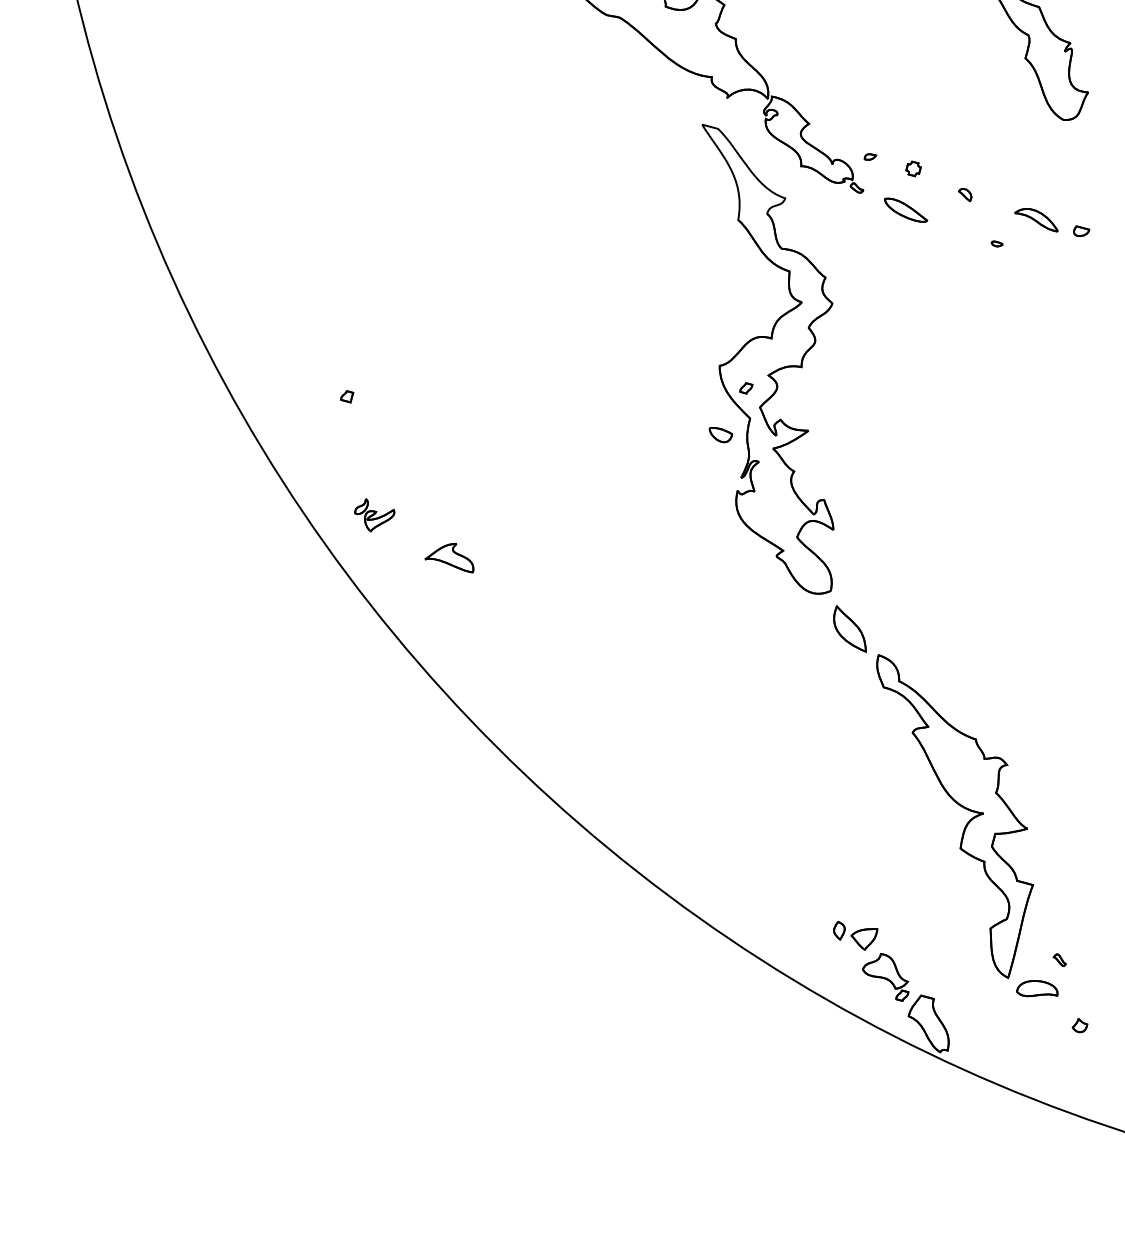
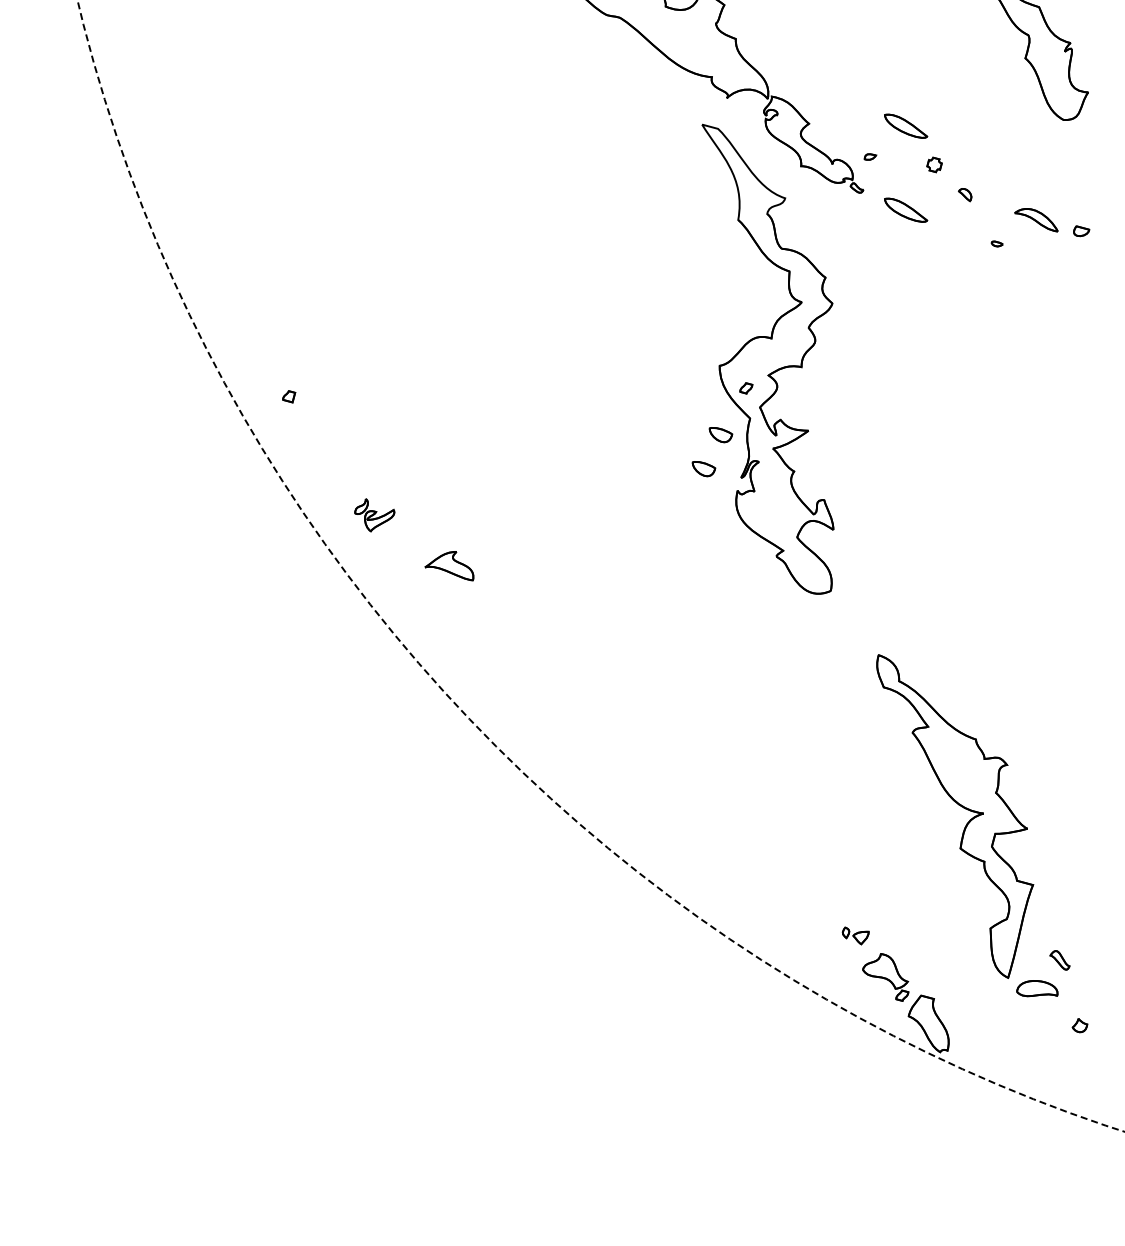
part at (906, 125): none -> present
part at (913, 168) position: (913, 168) -> (934, 164)
part at (347, 396) position: (347, 396) -> (289, 396)
part at (703, 469): none -> present
part at (449, 558) position: (449, 558) -> (449, 566)
circle at (600, 565): solid -> dashed
part at (849, 628): present -> none
part at (855, 935) size: 46x30 px -> 29x20 px
part at (1059, 959) size: 15x14 px -> 22x21 px
